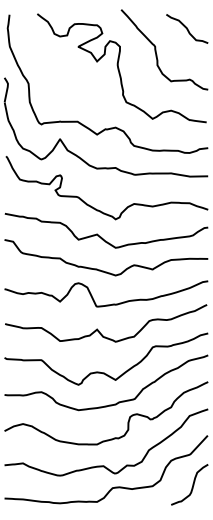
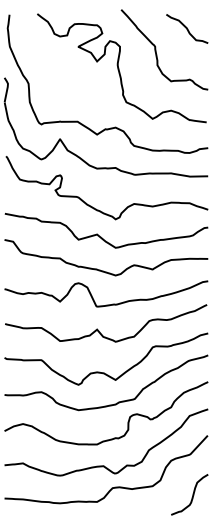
curve at (192, 484) position: (192, 484) -> (192, 494)
